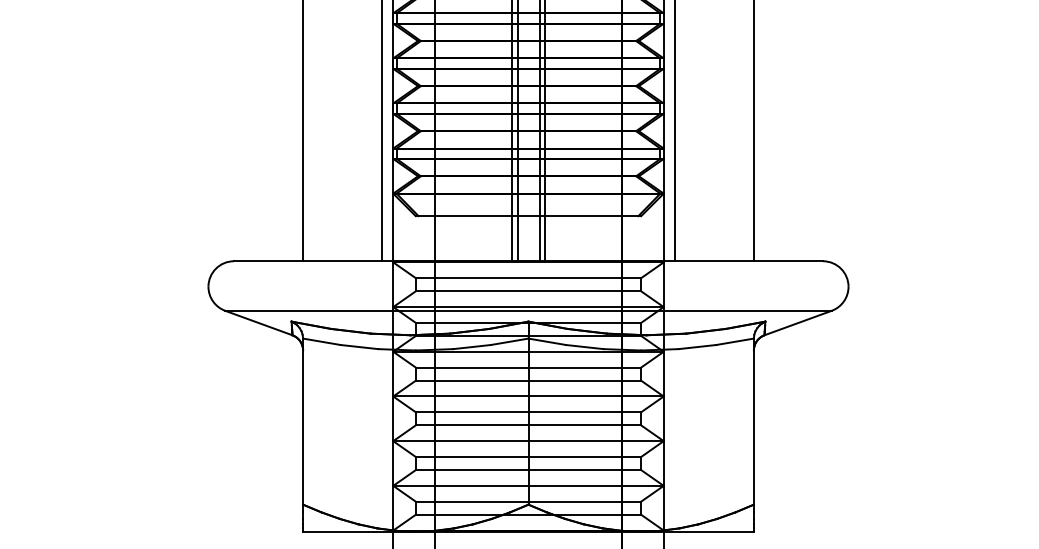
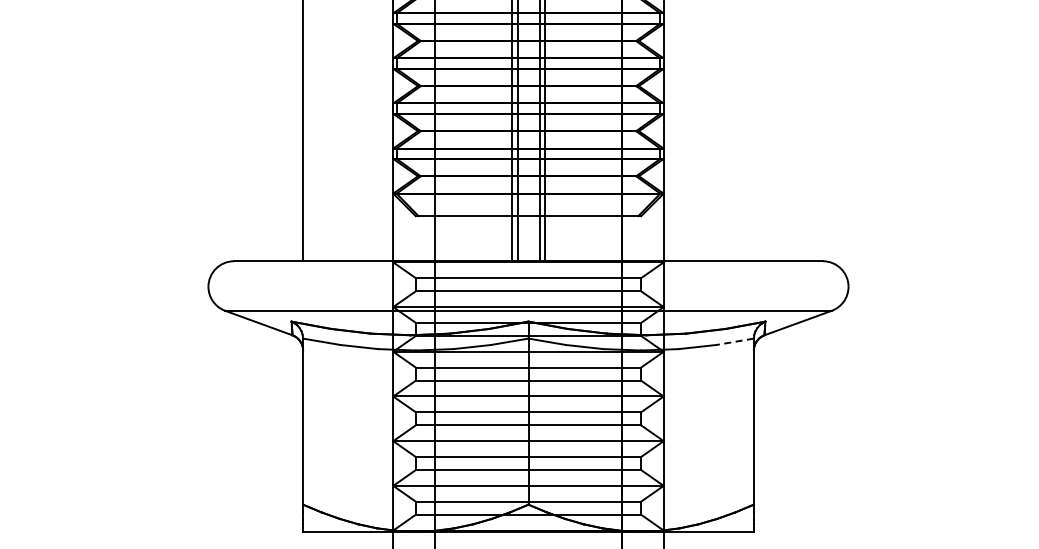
line at (382, 131): present -> none
line at (675, 131): present -> none
line at (753, 131): present -> none
line at (734, 341): solid -> dashed
